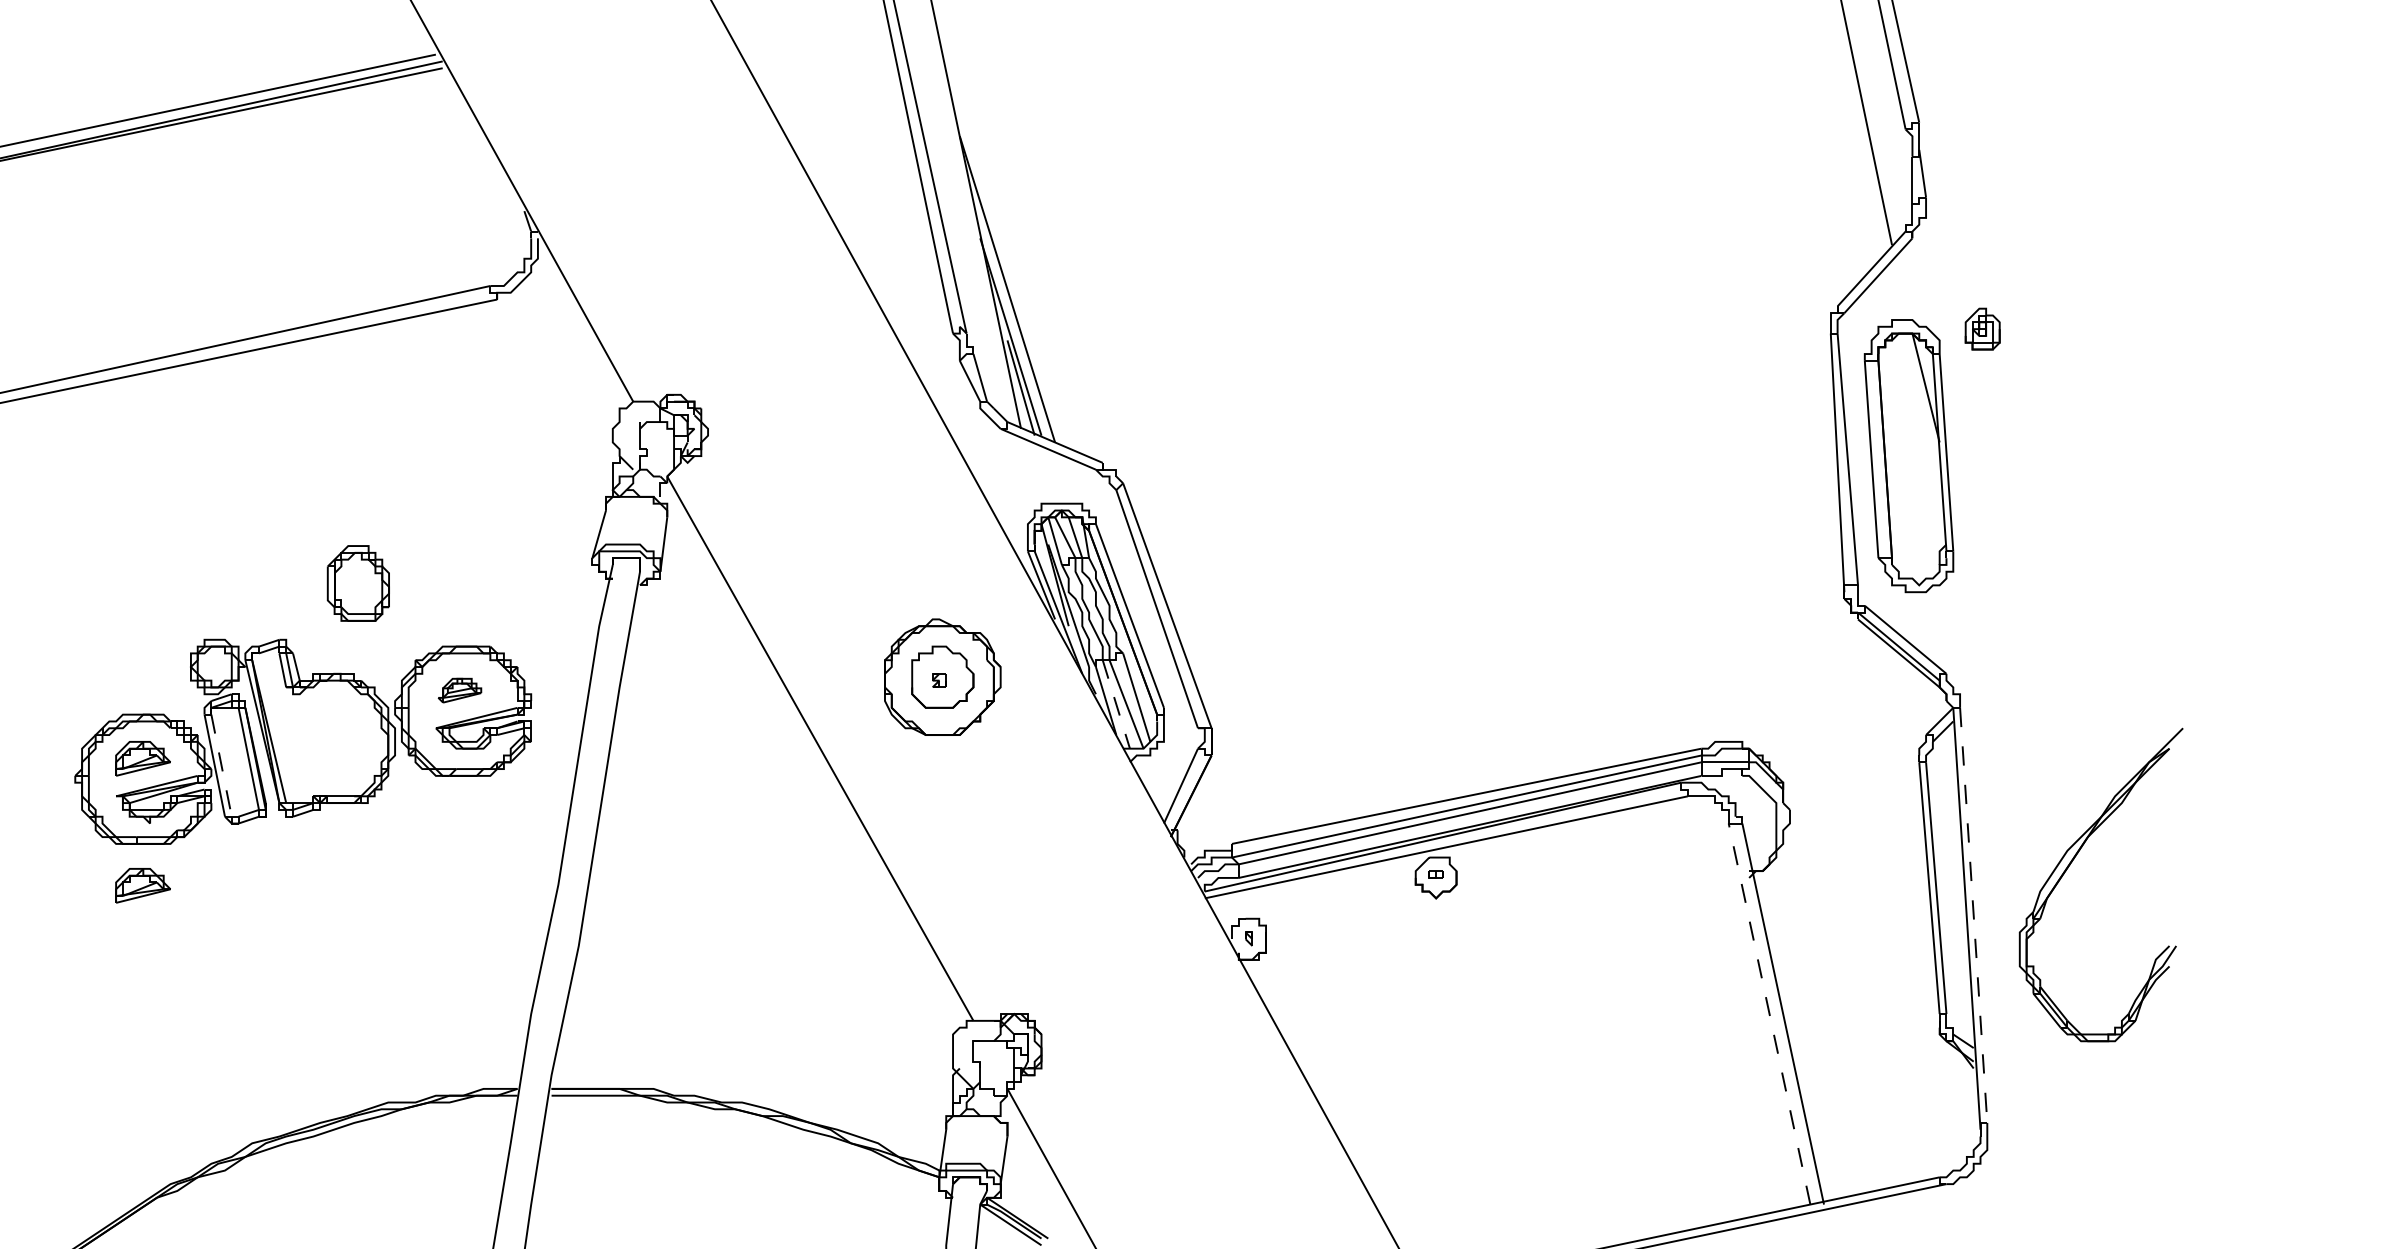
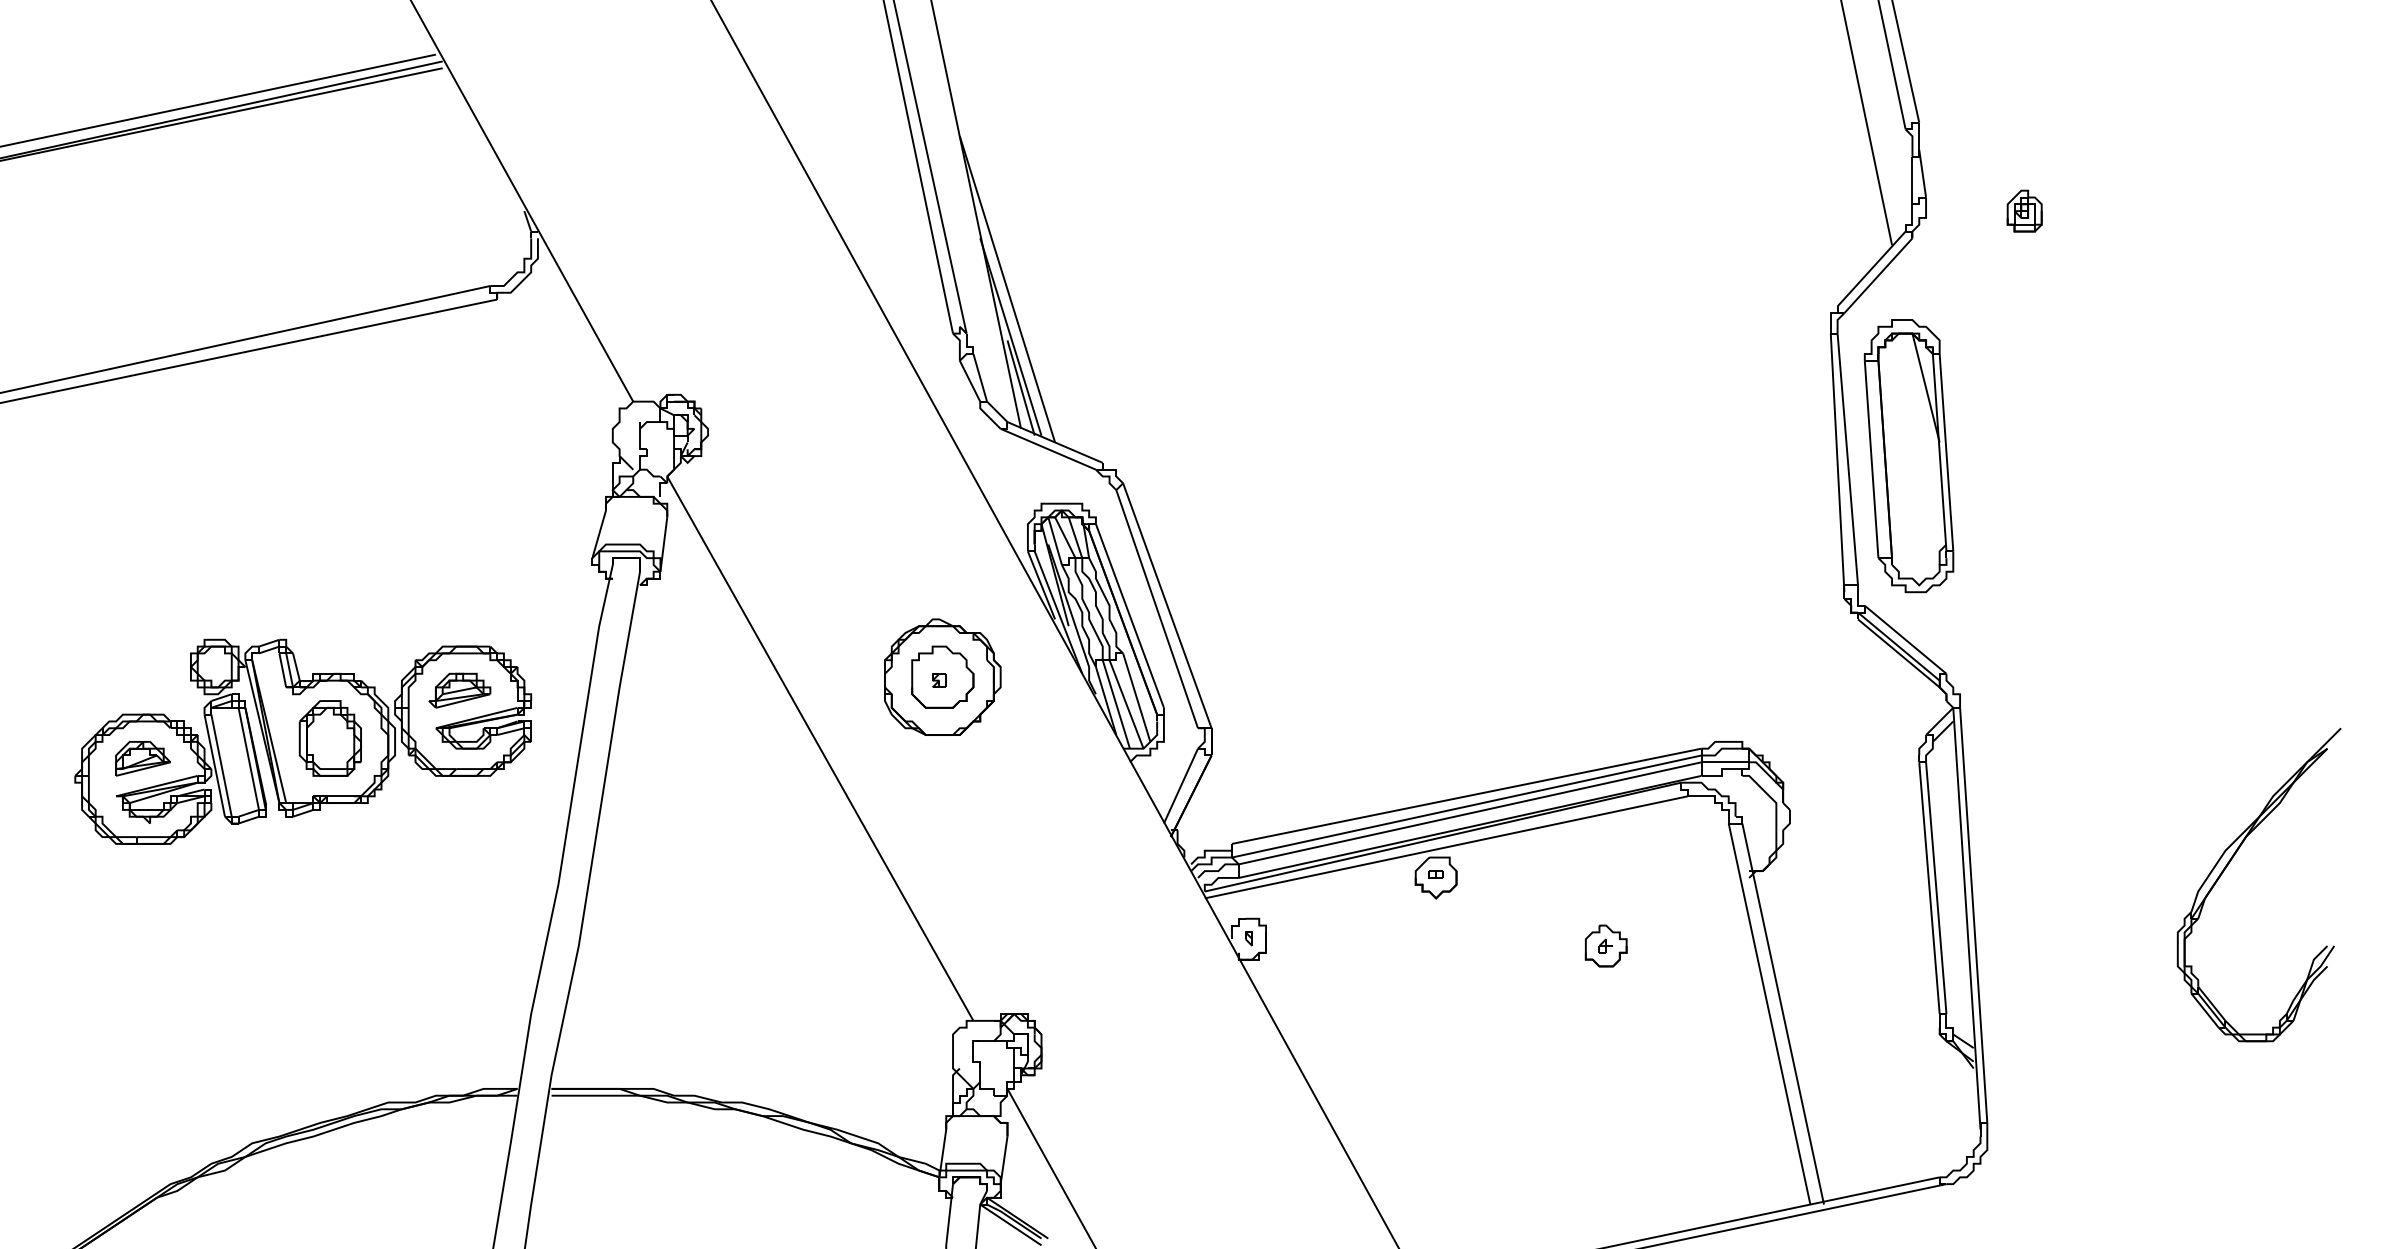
part at (1982, 328) position: (1982, 328) -> (2024, 210)
part at (357, 583) position: (357, 583) -> (329, 738)
part at (459, 690) size: 46x27 px -> 64x37 px
line at (1116, 704): dashed -> solid
line at (221, 766): dashed -> solid
part at (2070, 865) position: (2070, 865) -> (2228, 865)
part at (142, 885): present -> none
line at (1973, 915): dashed -> solid
part at (1605, 945): none -> present
line at (1769, 1014): dashed -> solid
